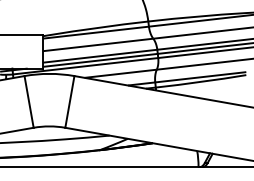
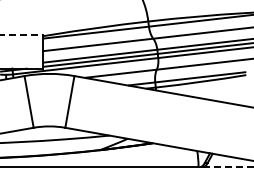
line at (21, 35): solid -> dashed
line at (228, 167): solid -> dashed
